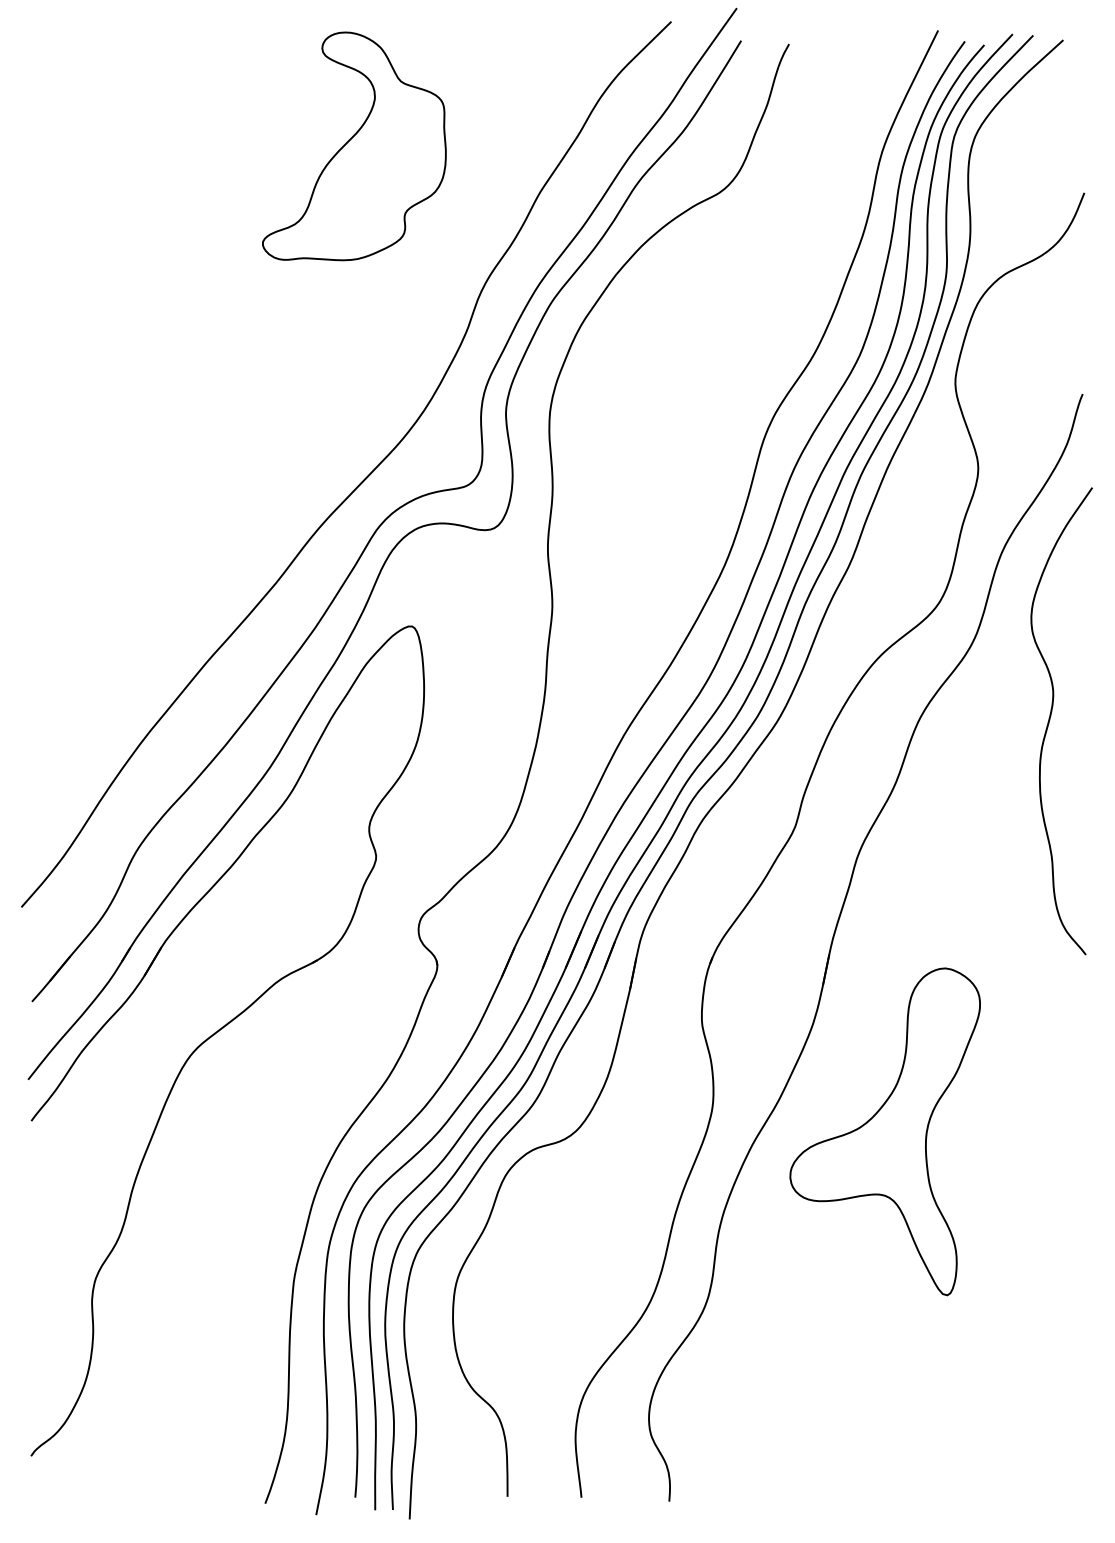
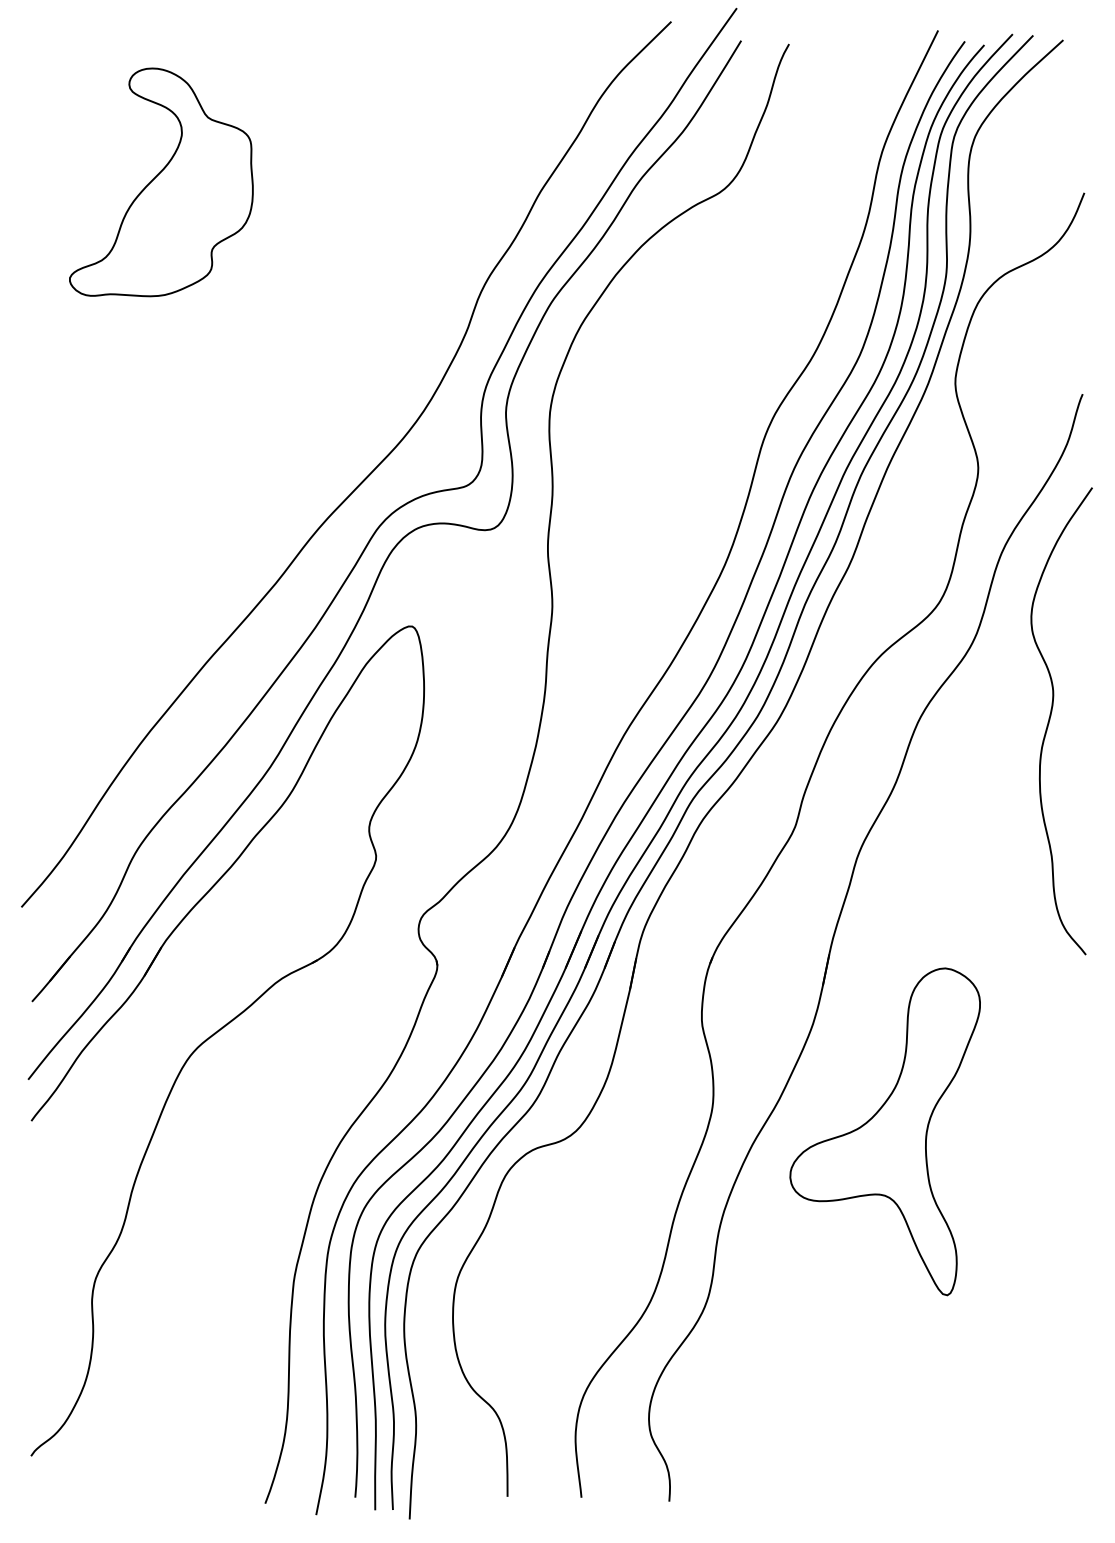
part at (354, 146) position: (354, 146) -> (161, 182)
